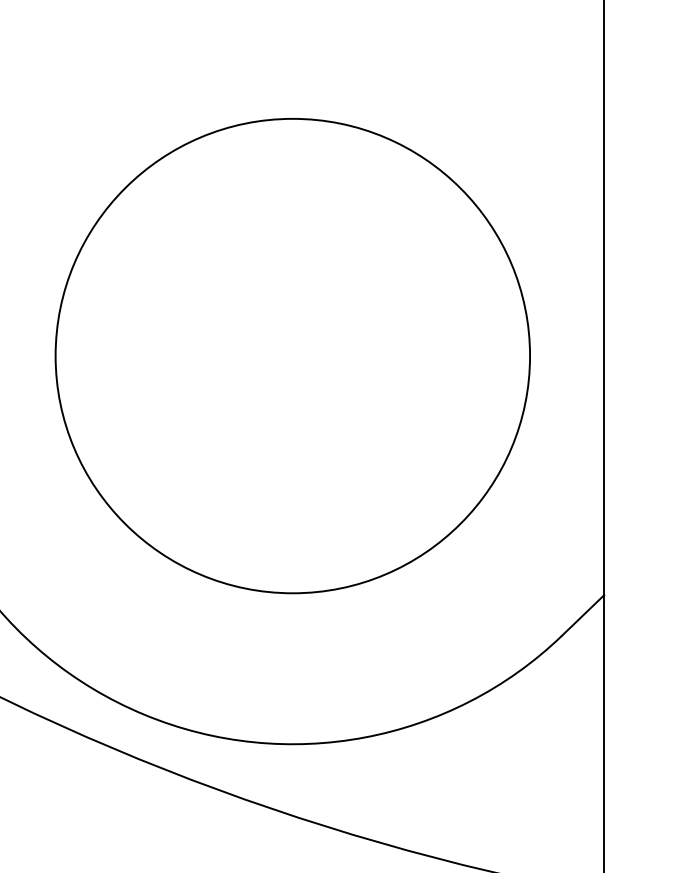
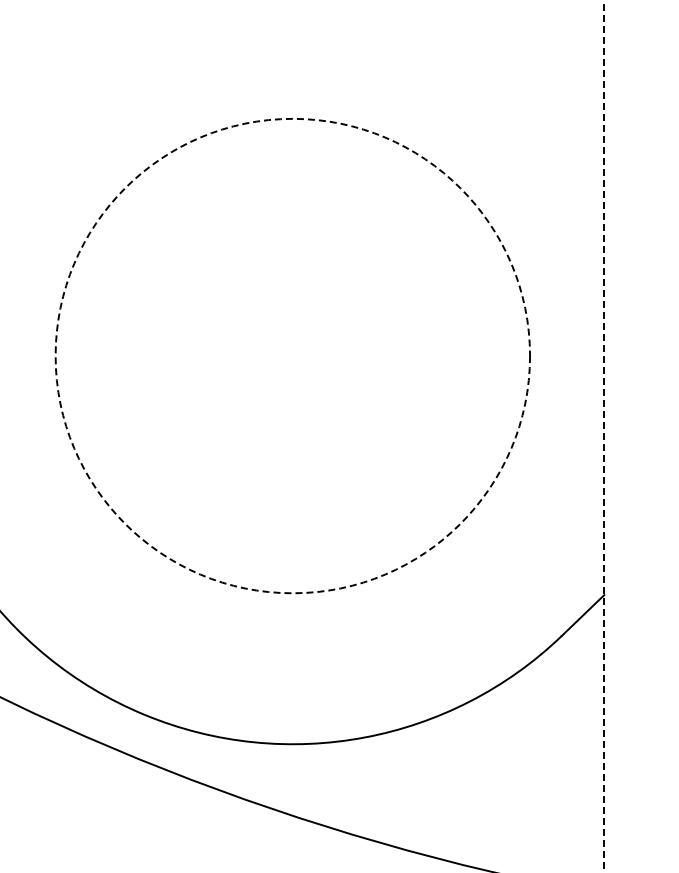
circle at (292, 355): solid -> dashed
line at (604, 436): solid -> dashed
